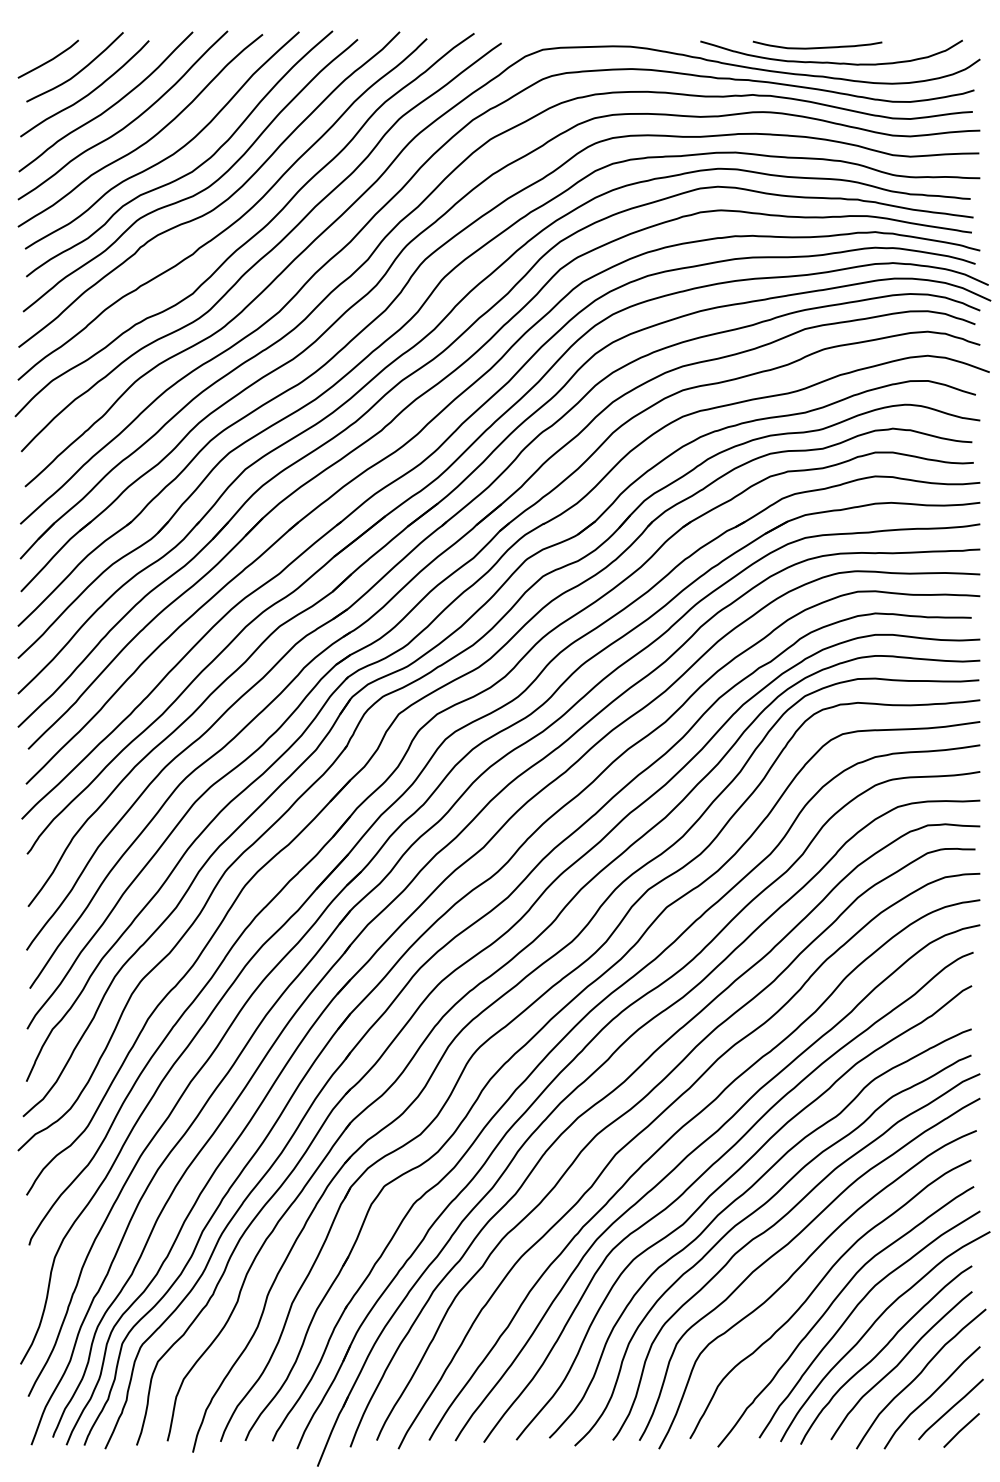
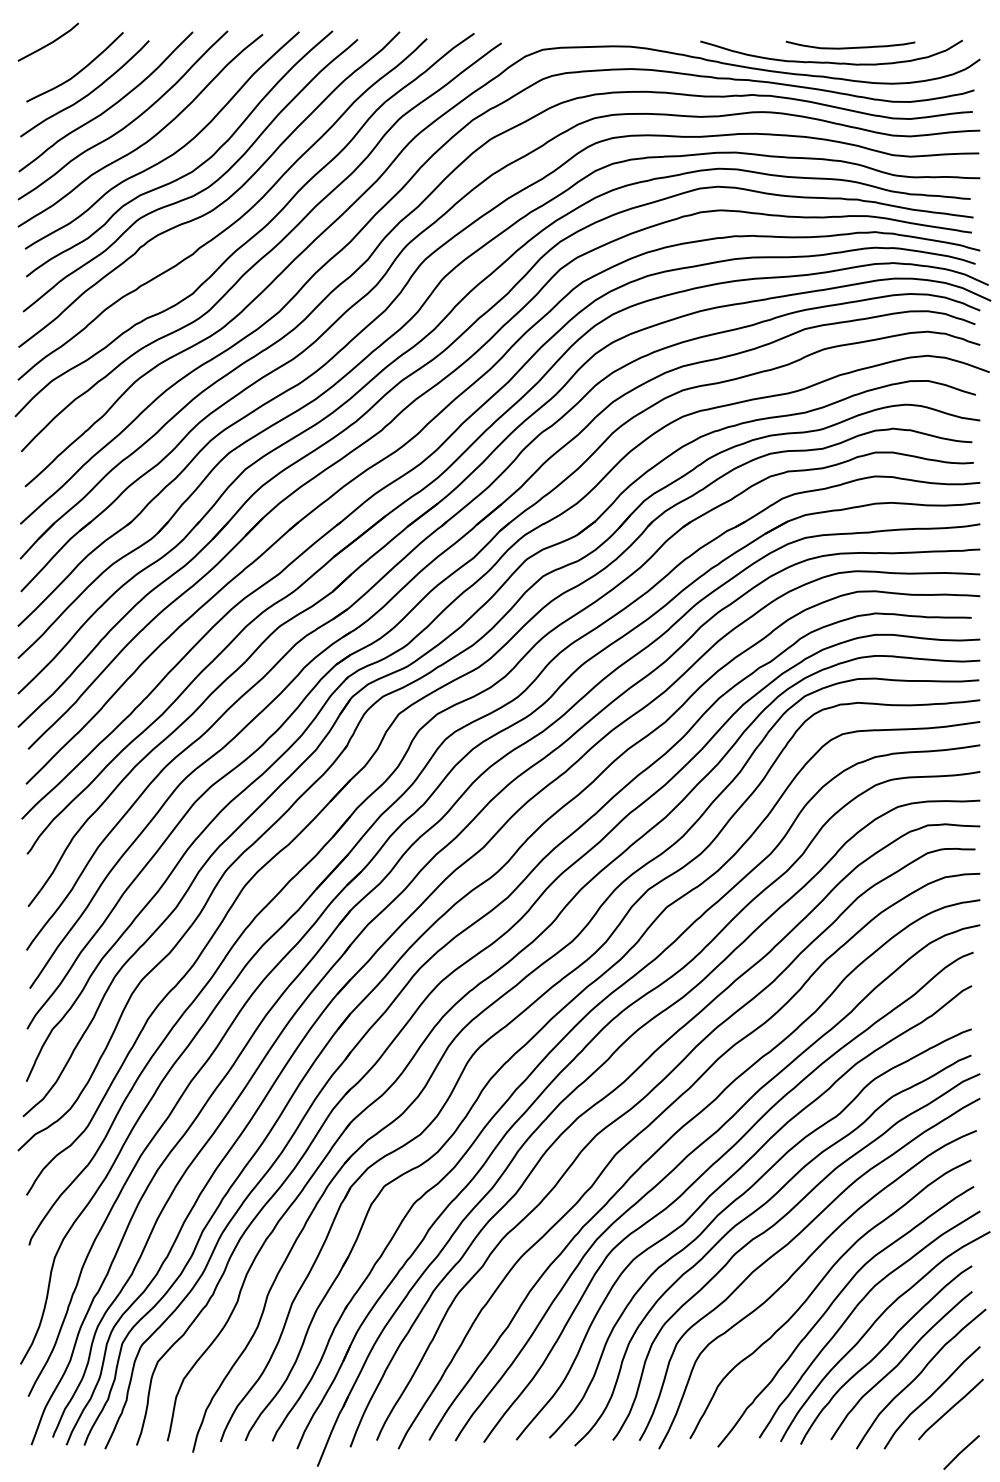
curve at (817, 47) position: (817, 47) -> (850, 47)
line at (48, 60) position: (48, 60) -> (48, 43)
line at (961, 1430) position: (961, 1430) -> (961, 1452)
